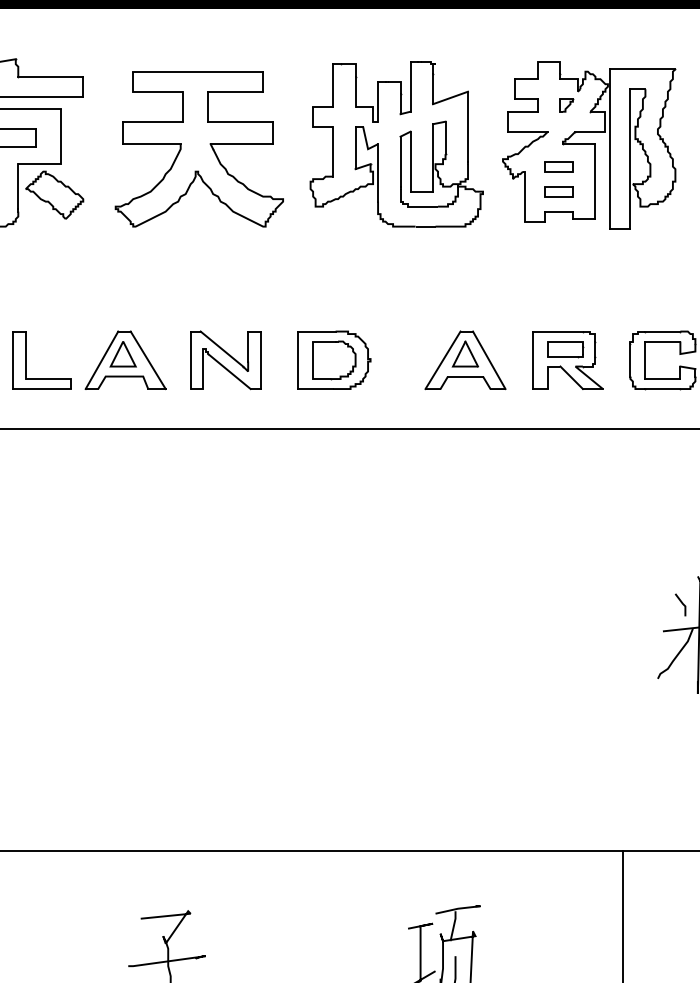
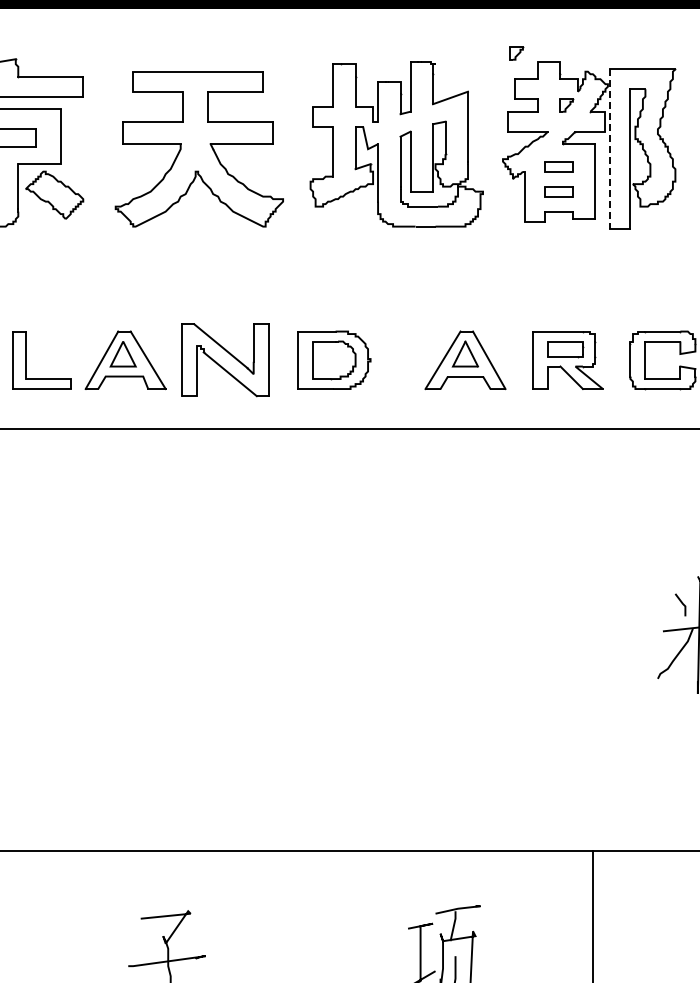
part at (516, 53): none -> present
line at (610, 149): solid -> dashed
part at (225, 360) size: 72x61 px -> 89x75 px
line at (622, 915) position: (622, 915) -> (592, 915)
